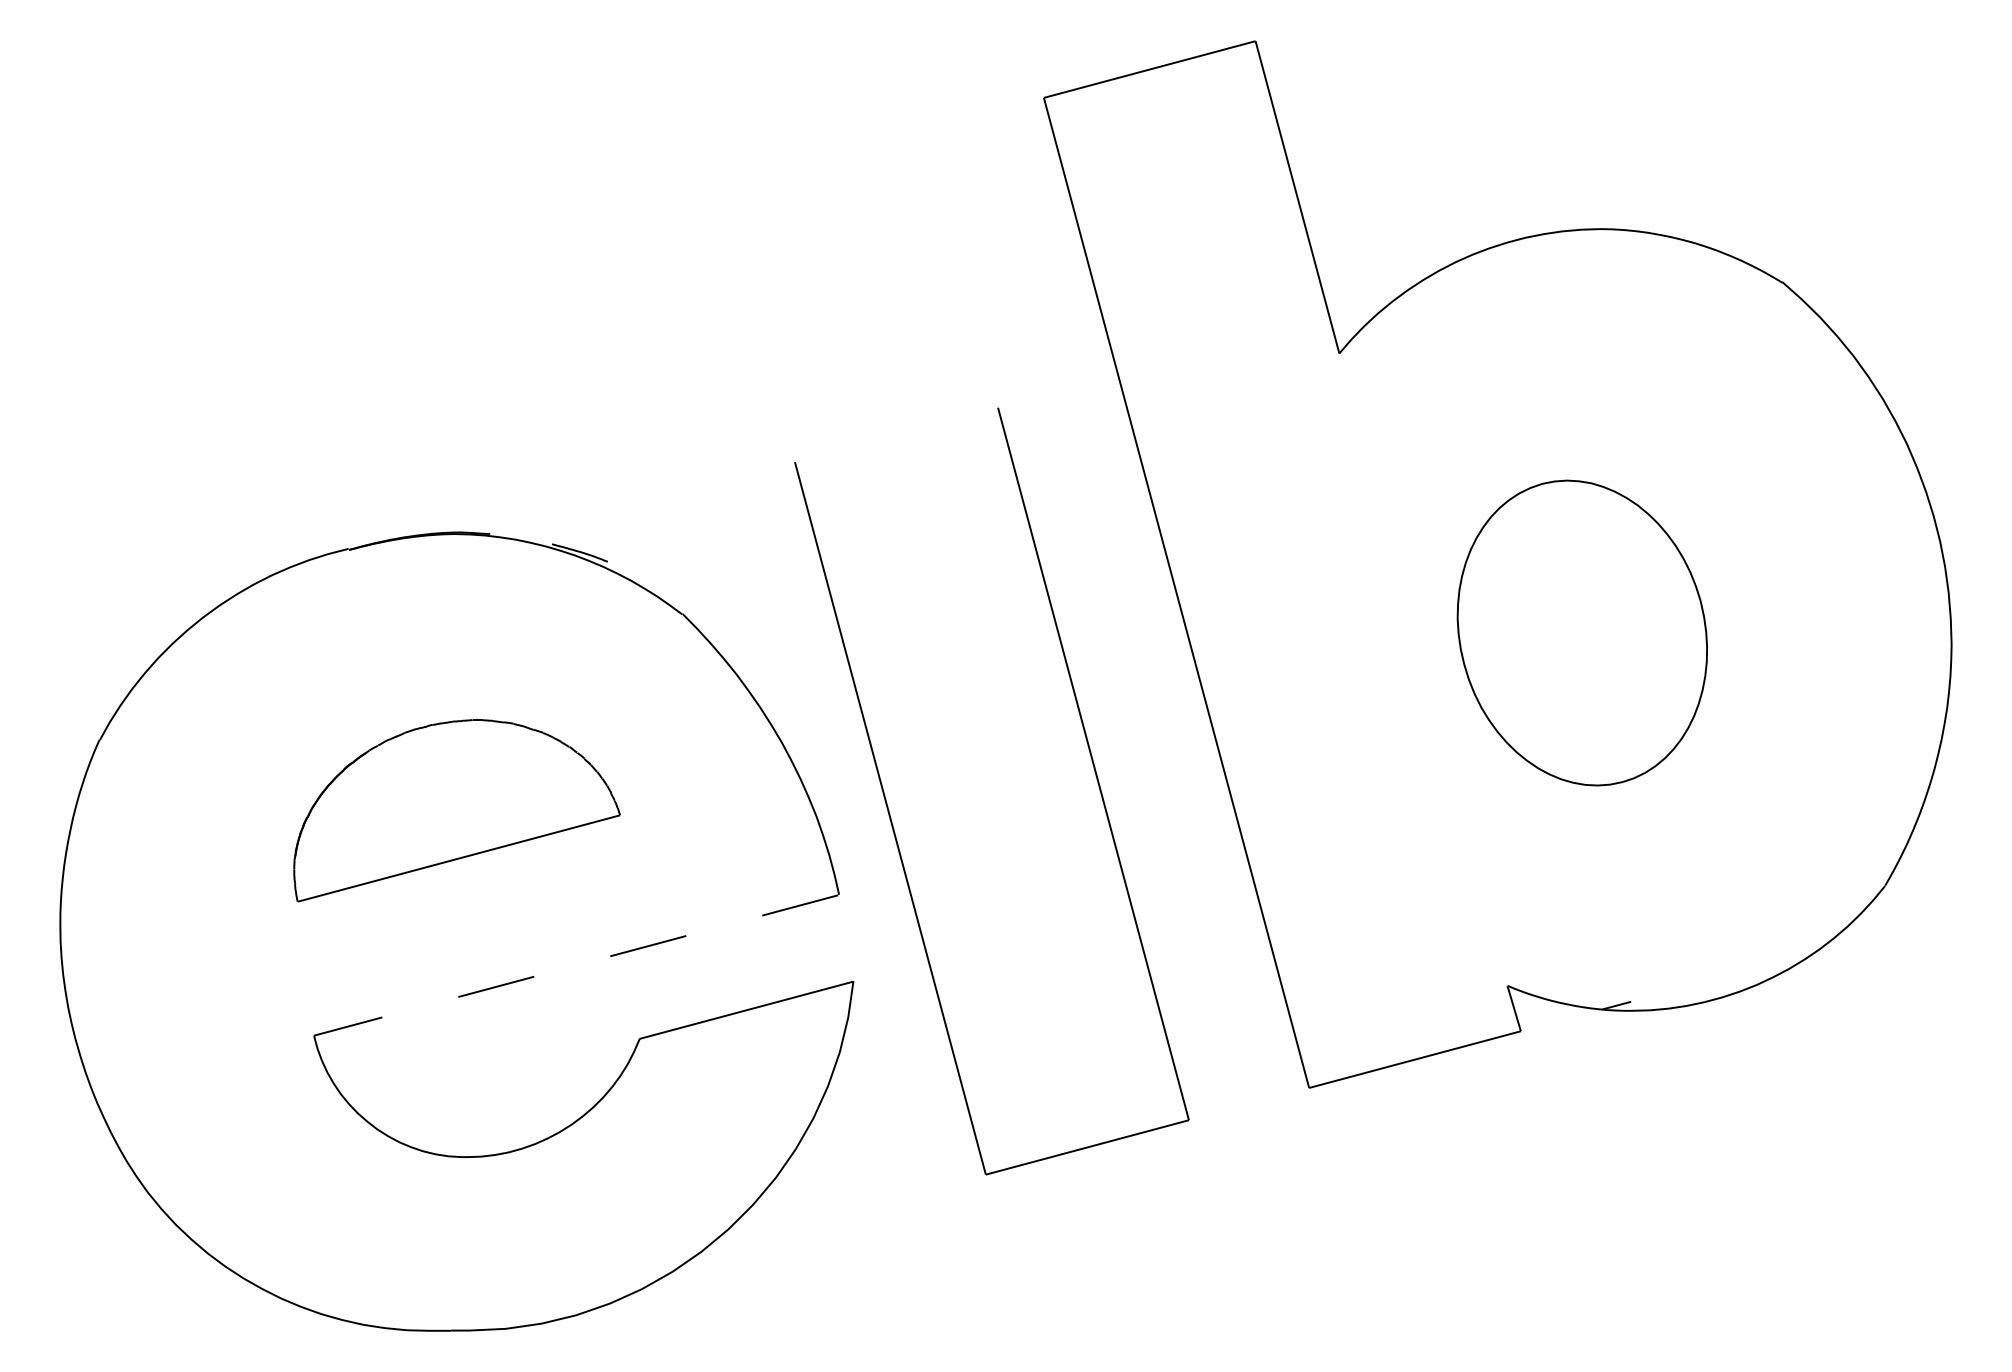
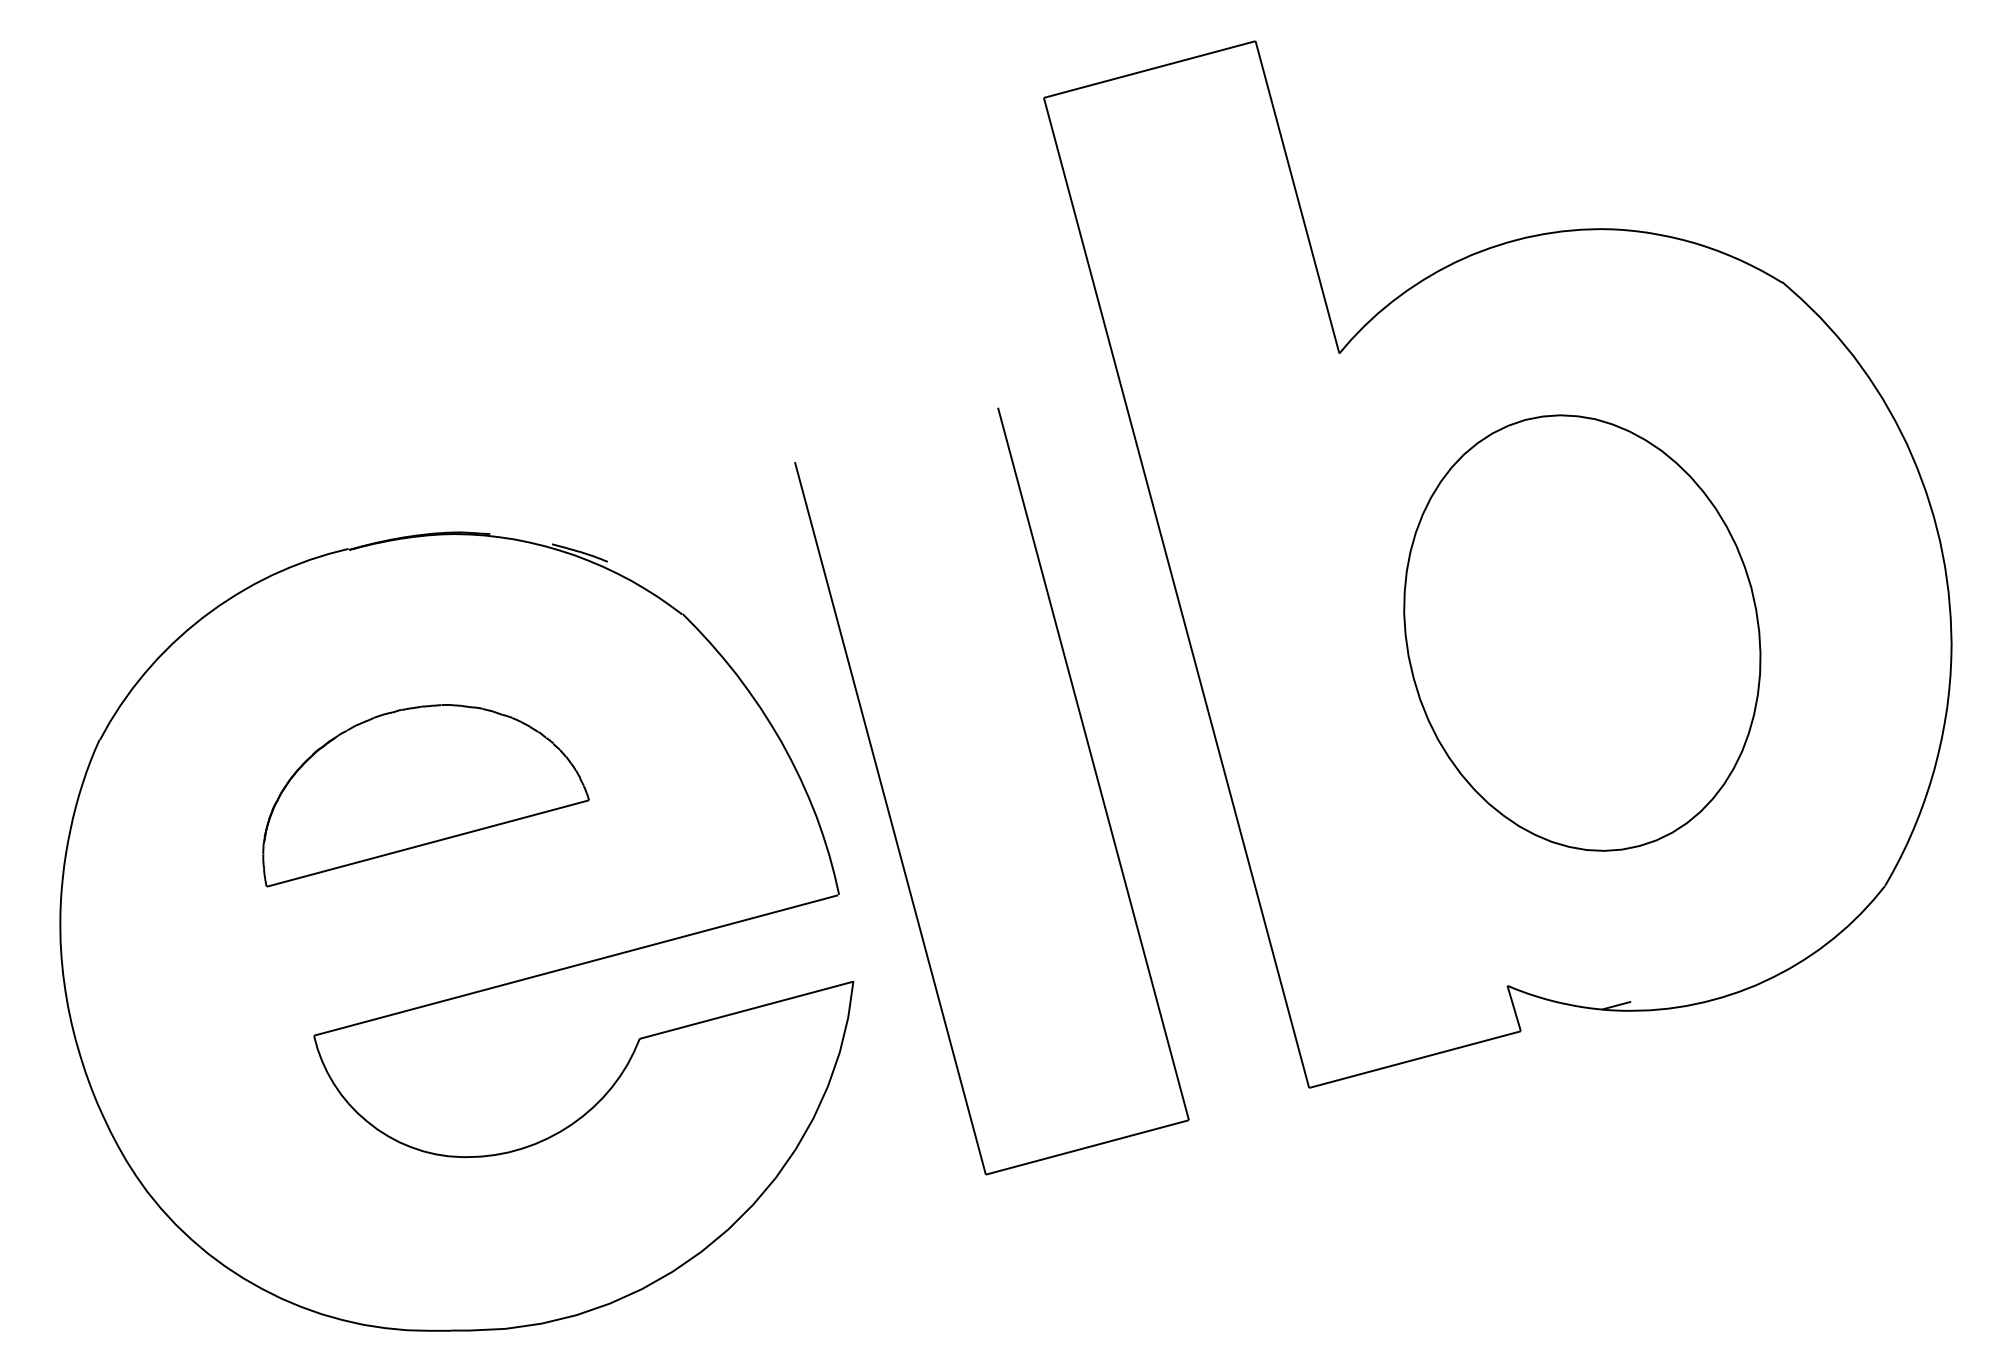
part at (1581, 632) size: 252x308 px -> 359x438 px
part at (456, 810) position: (456, 810) -> (425, 795)
line at (575, 965): dashed -> solid
